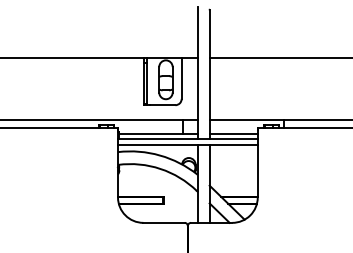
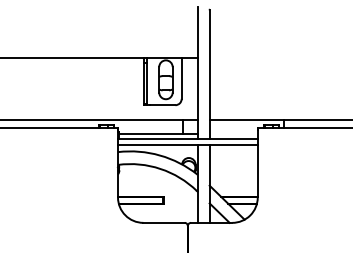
line at (279, 57): present -> none
line at (233, 133): present -> none
